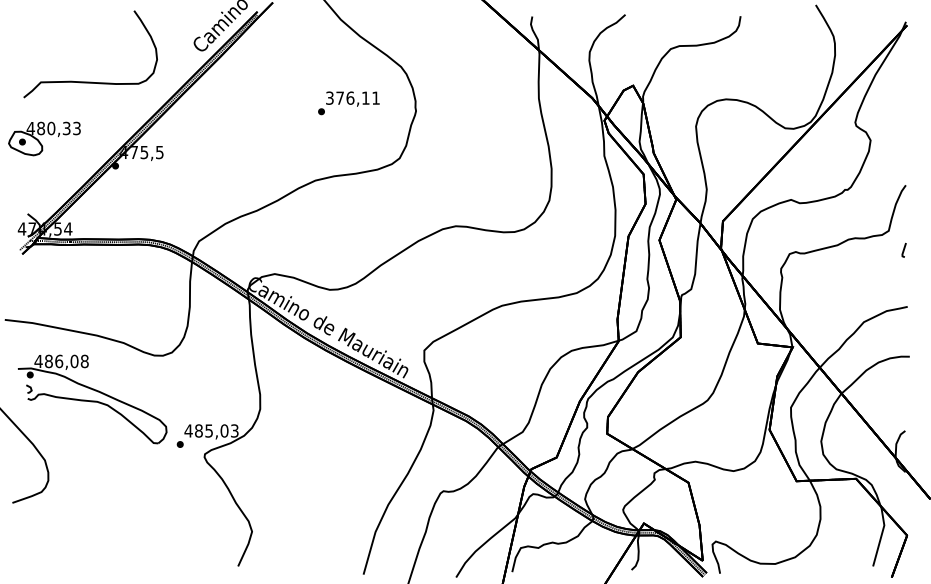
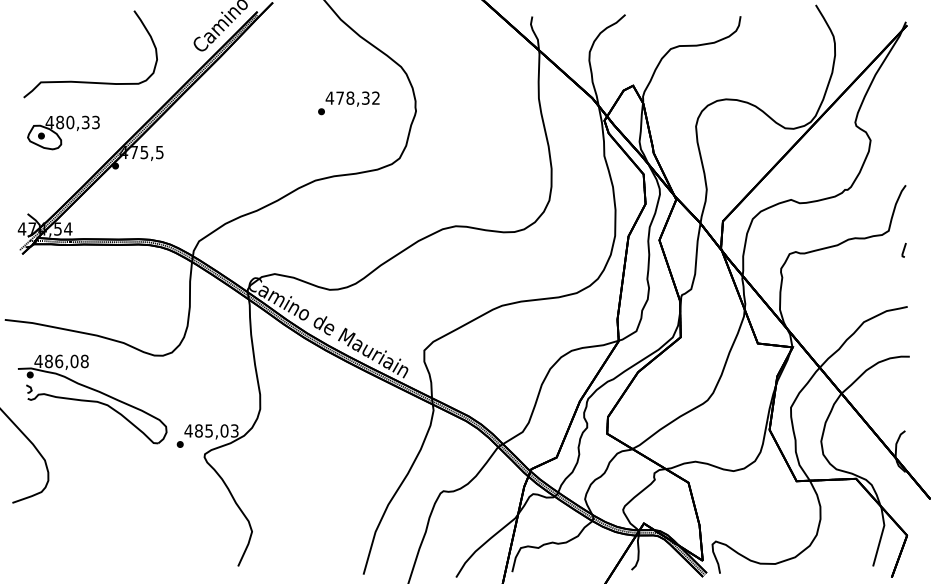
text at (352, 97): 376,11 -> 478,32
part at (44, 138) position: (44, 138) -> (63, 132)
